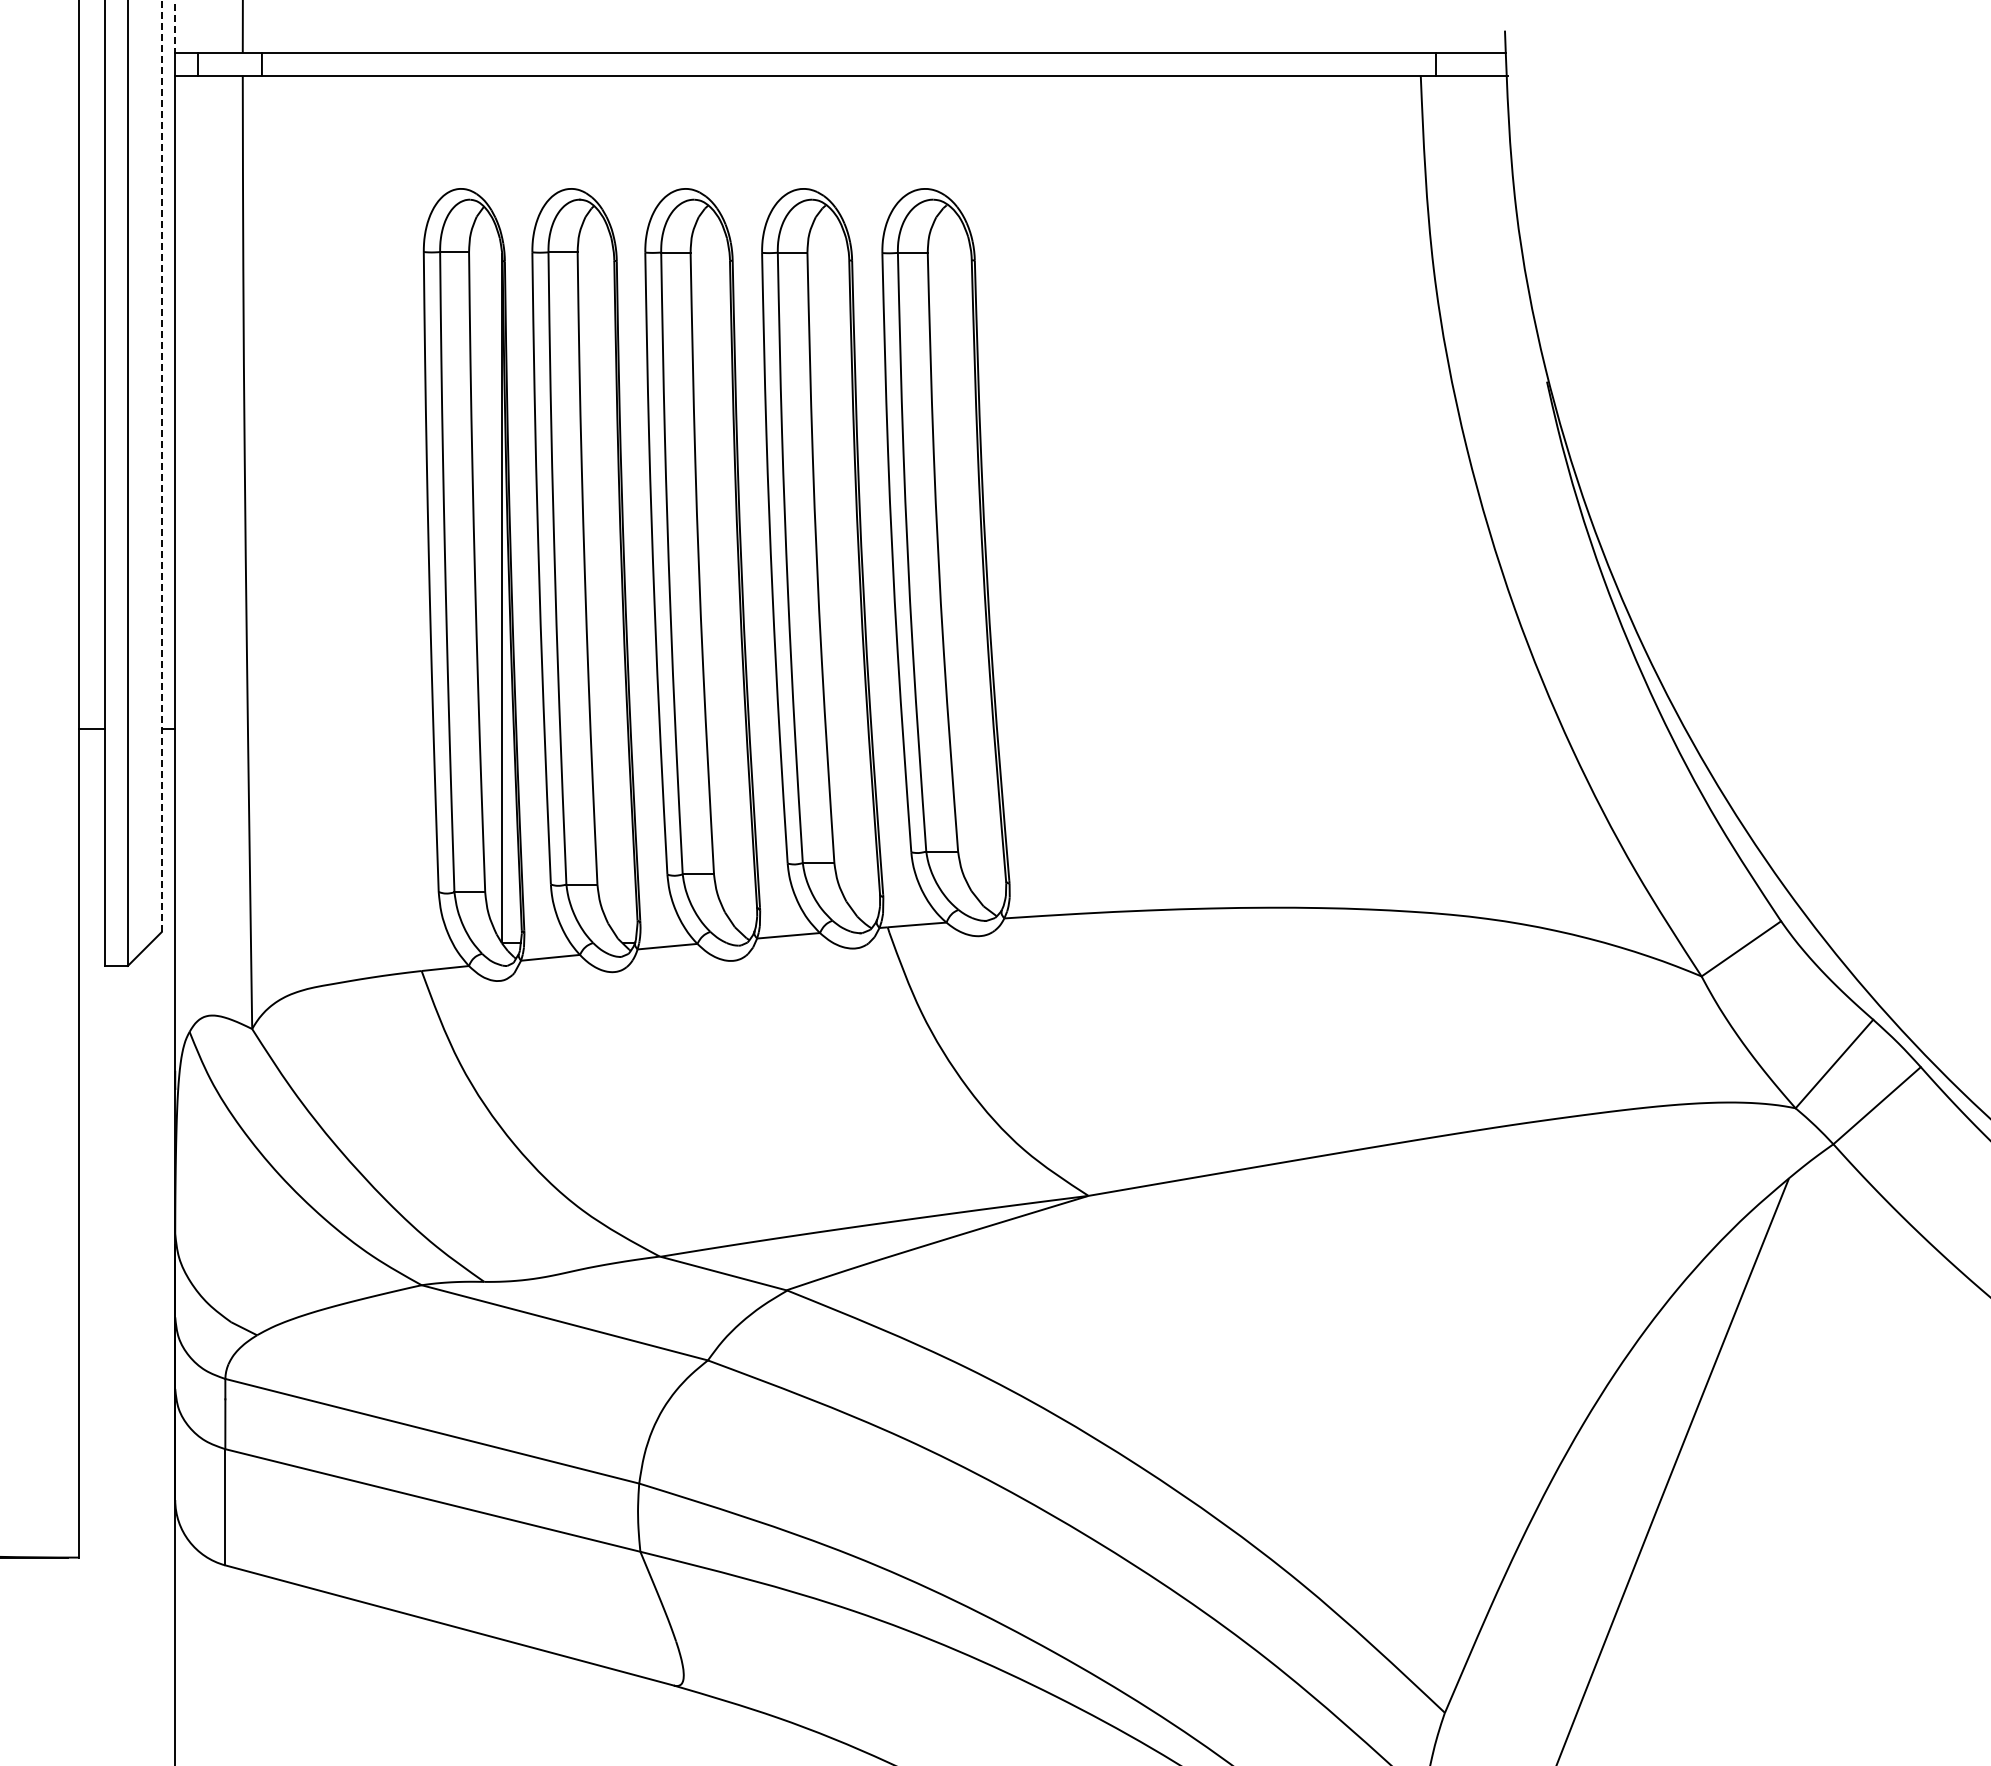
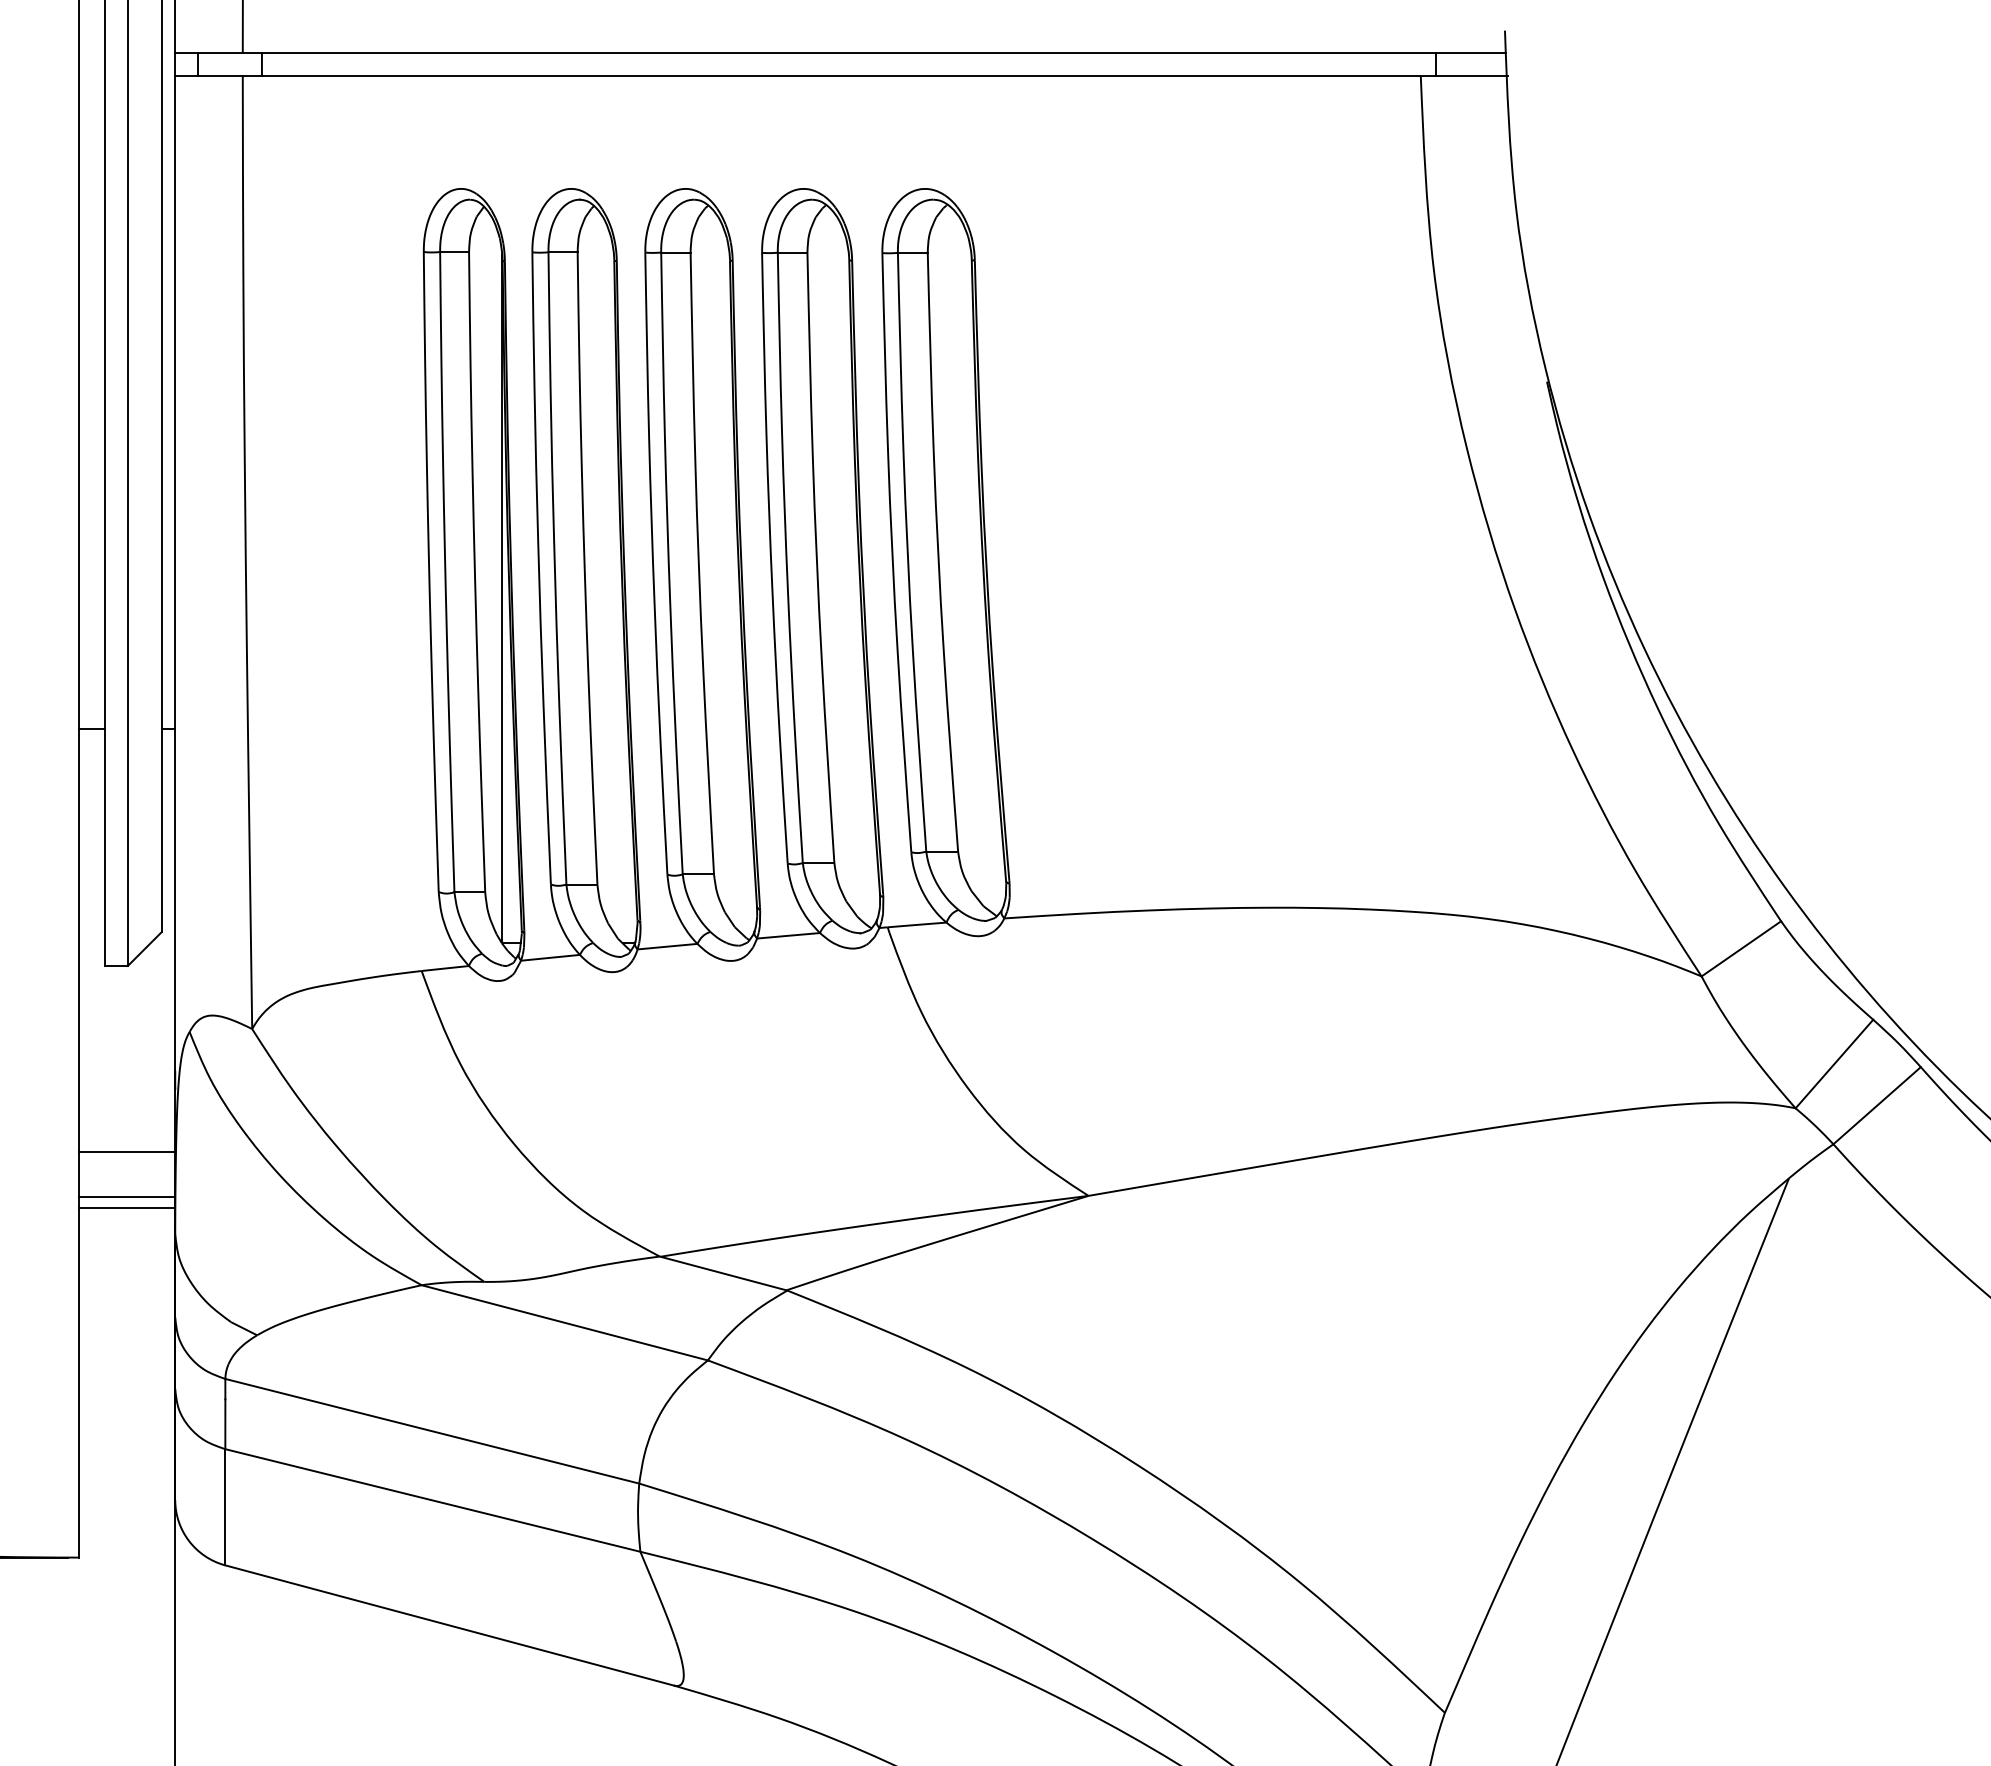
line at (175, 27): dashed -> solid
line at (161, 466): dashed -> solid
line at (127, 1151): none -> present
line at (127, 1196): none -> present
line at (127, 1208): none -> present
